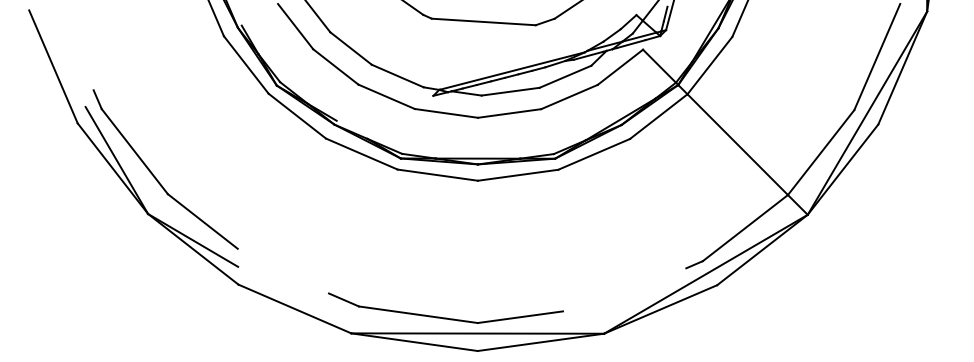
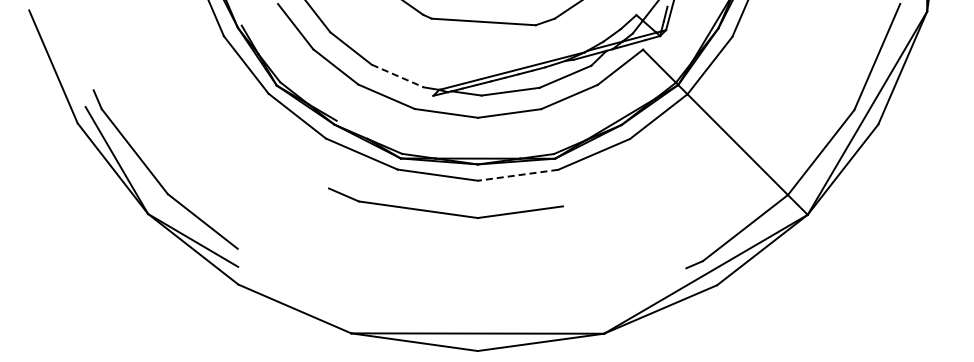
line at (398, 76): solid -> dashed
line at (518, 175): solid -> dashed
part at (445, 317) position: (445, 317) -> (445, 212)
